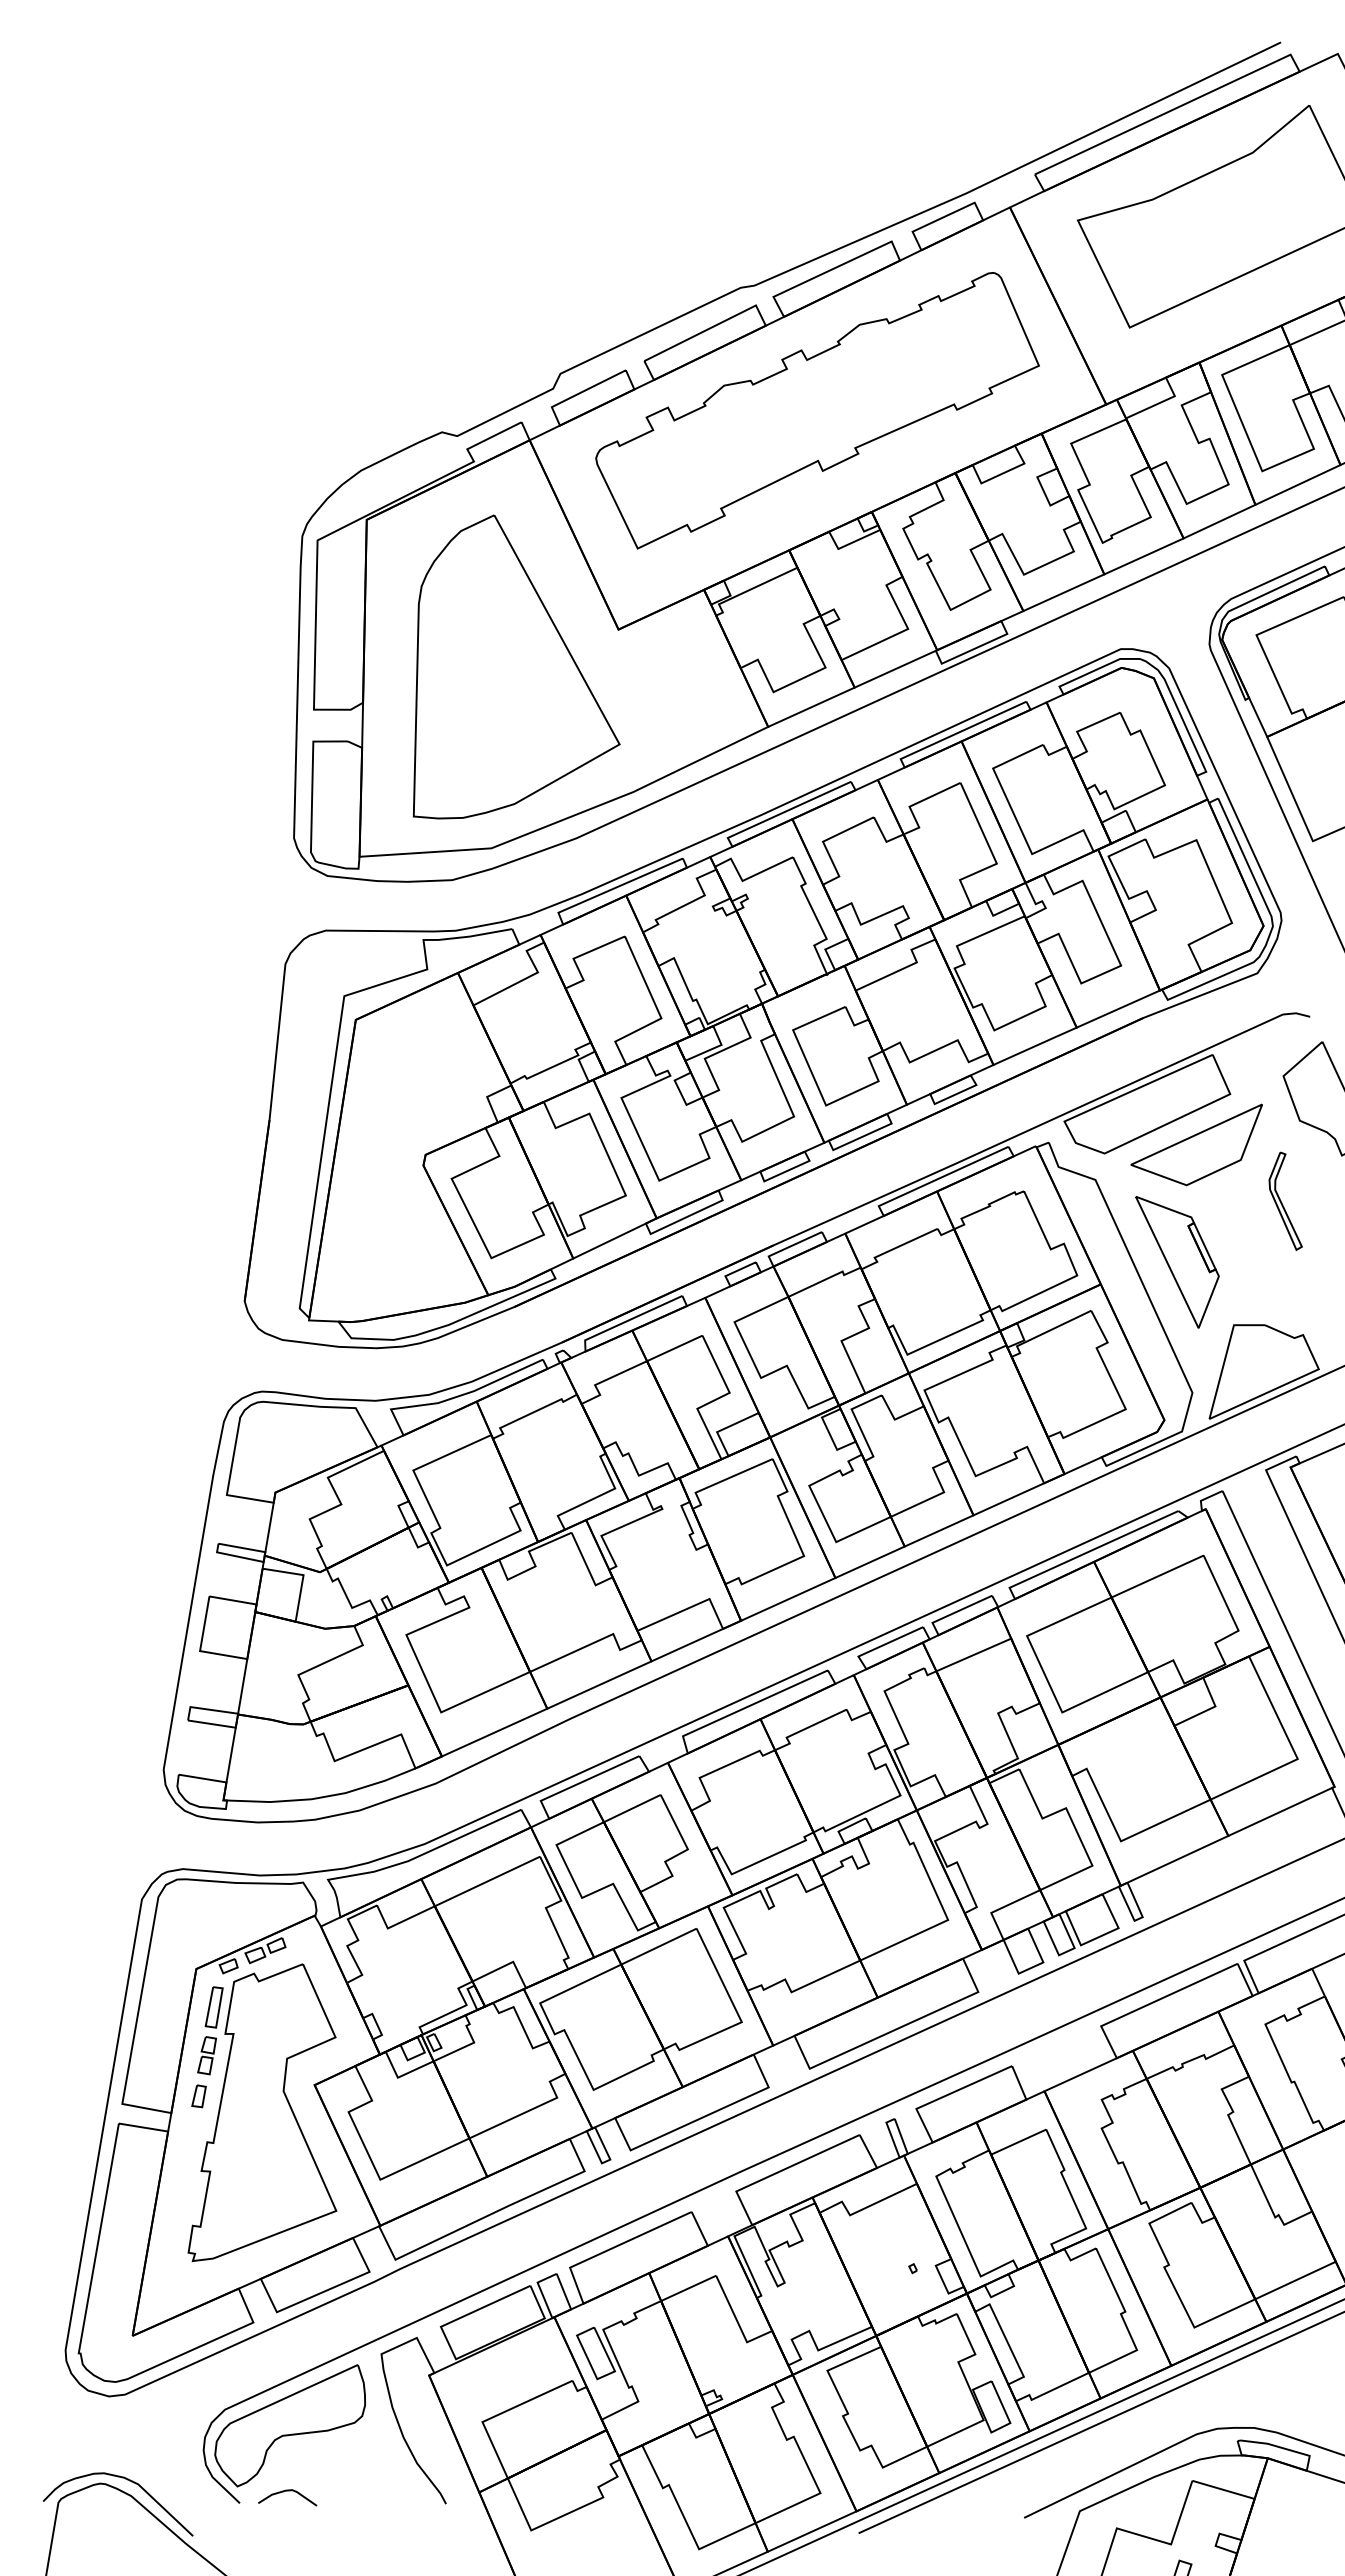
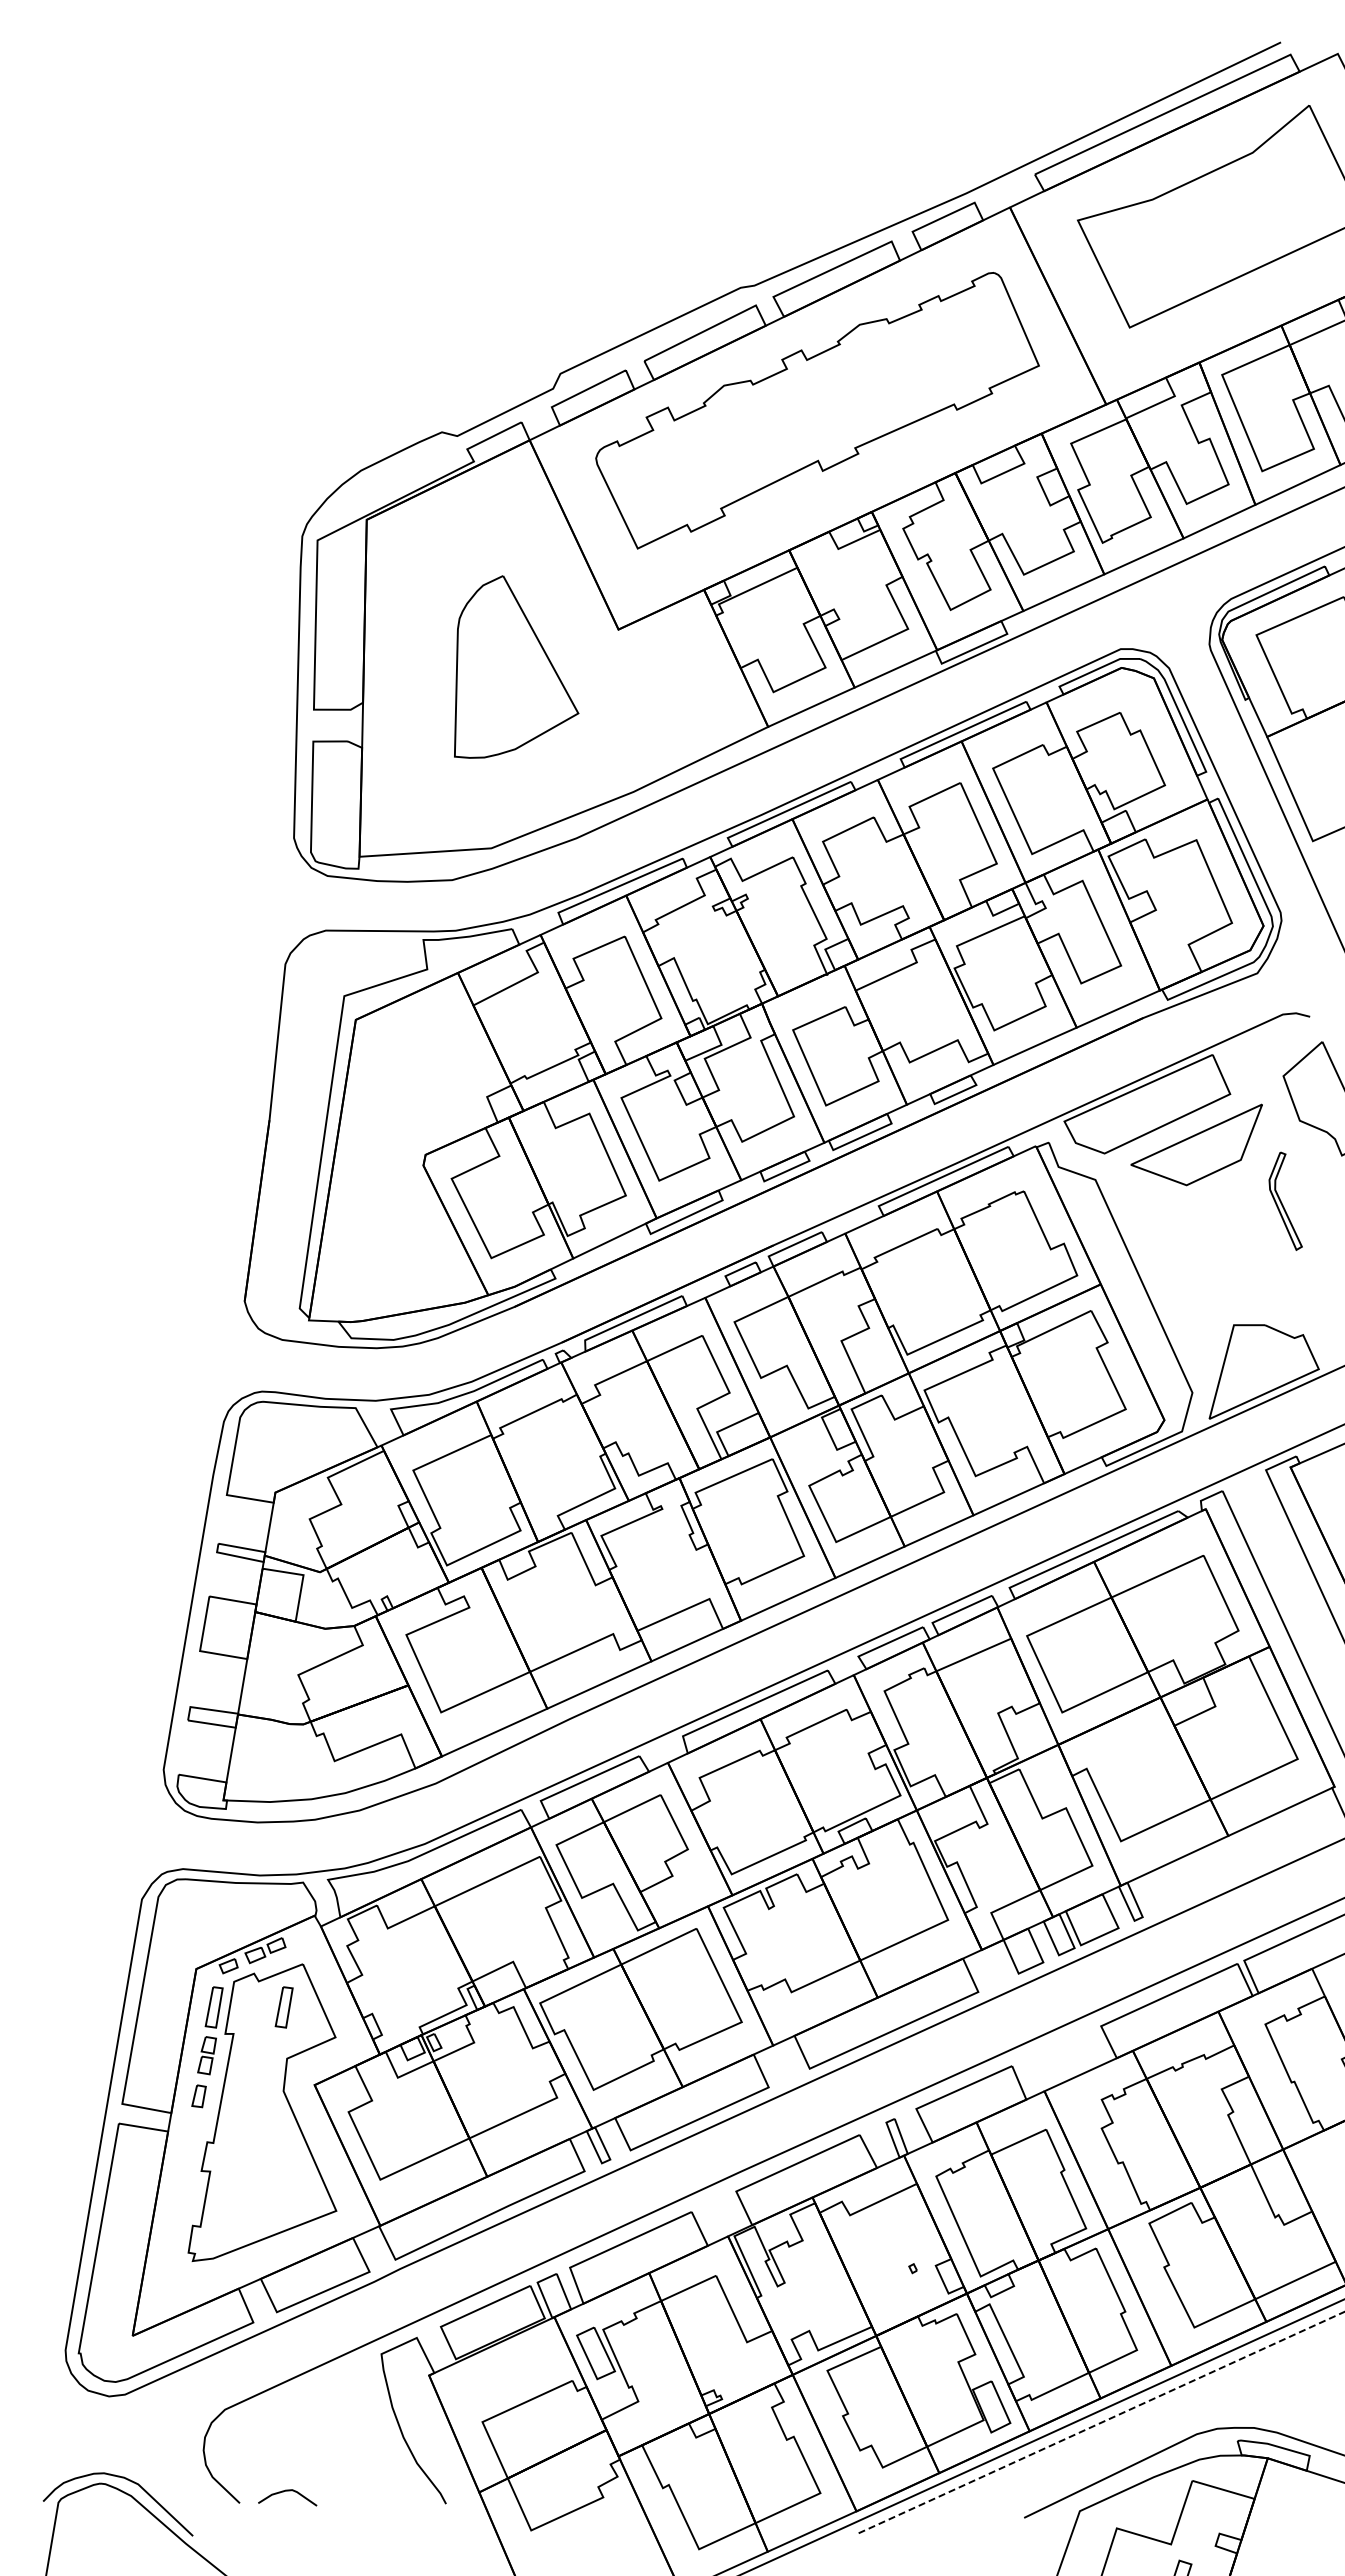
part at (516, 666) size: 209x306 px -> 126x184 px
part at (1177, 1262): present -> none
part at (283, 2007): none -> present
line at (1101, 2422): solid -> dashed
part at (289, 2425): present -> none
